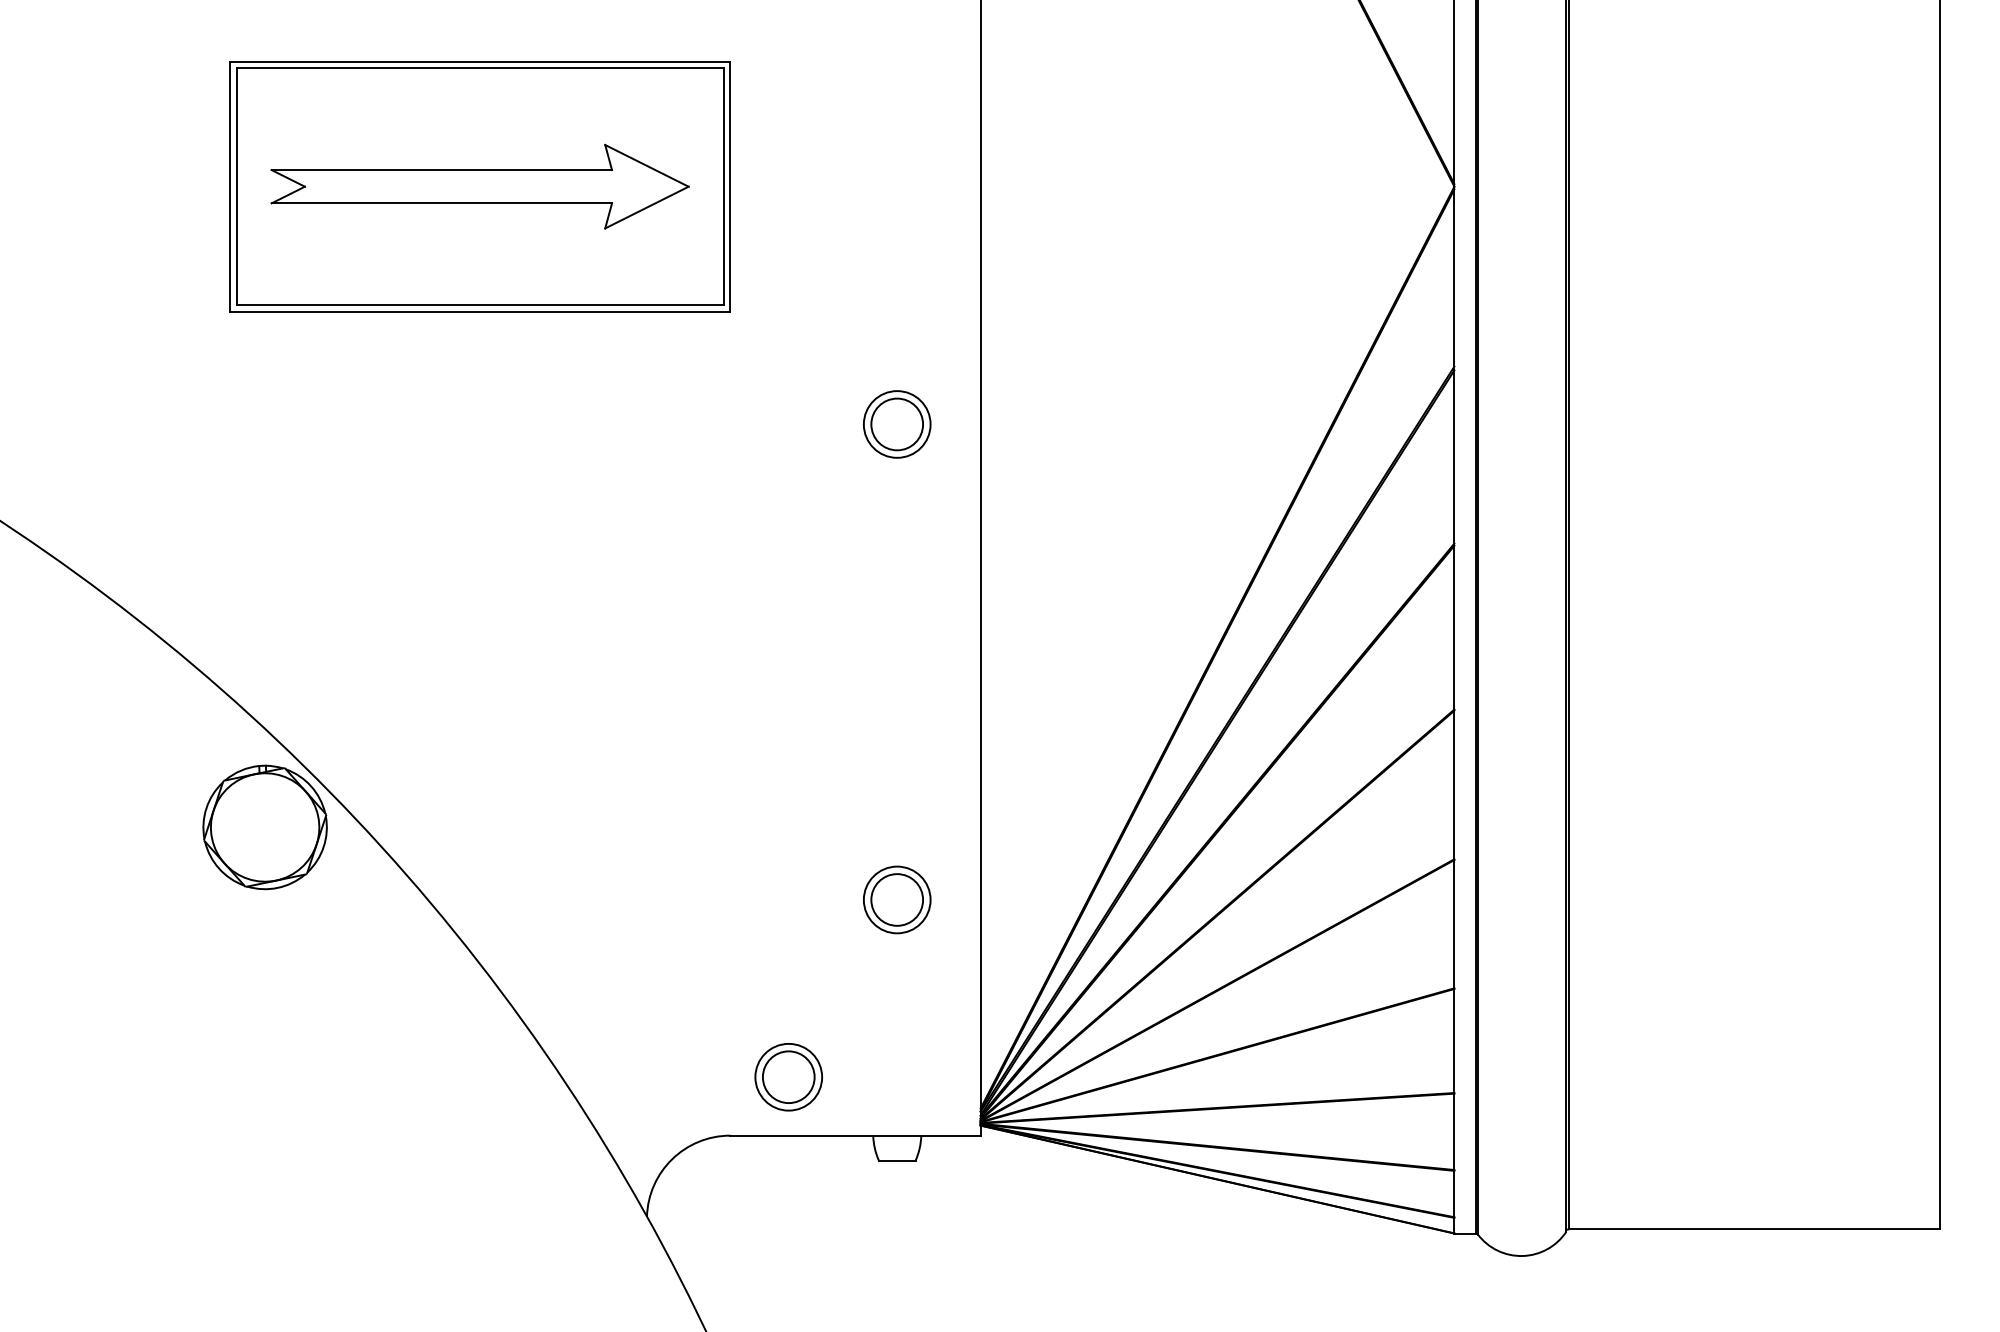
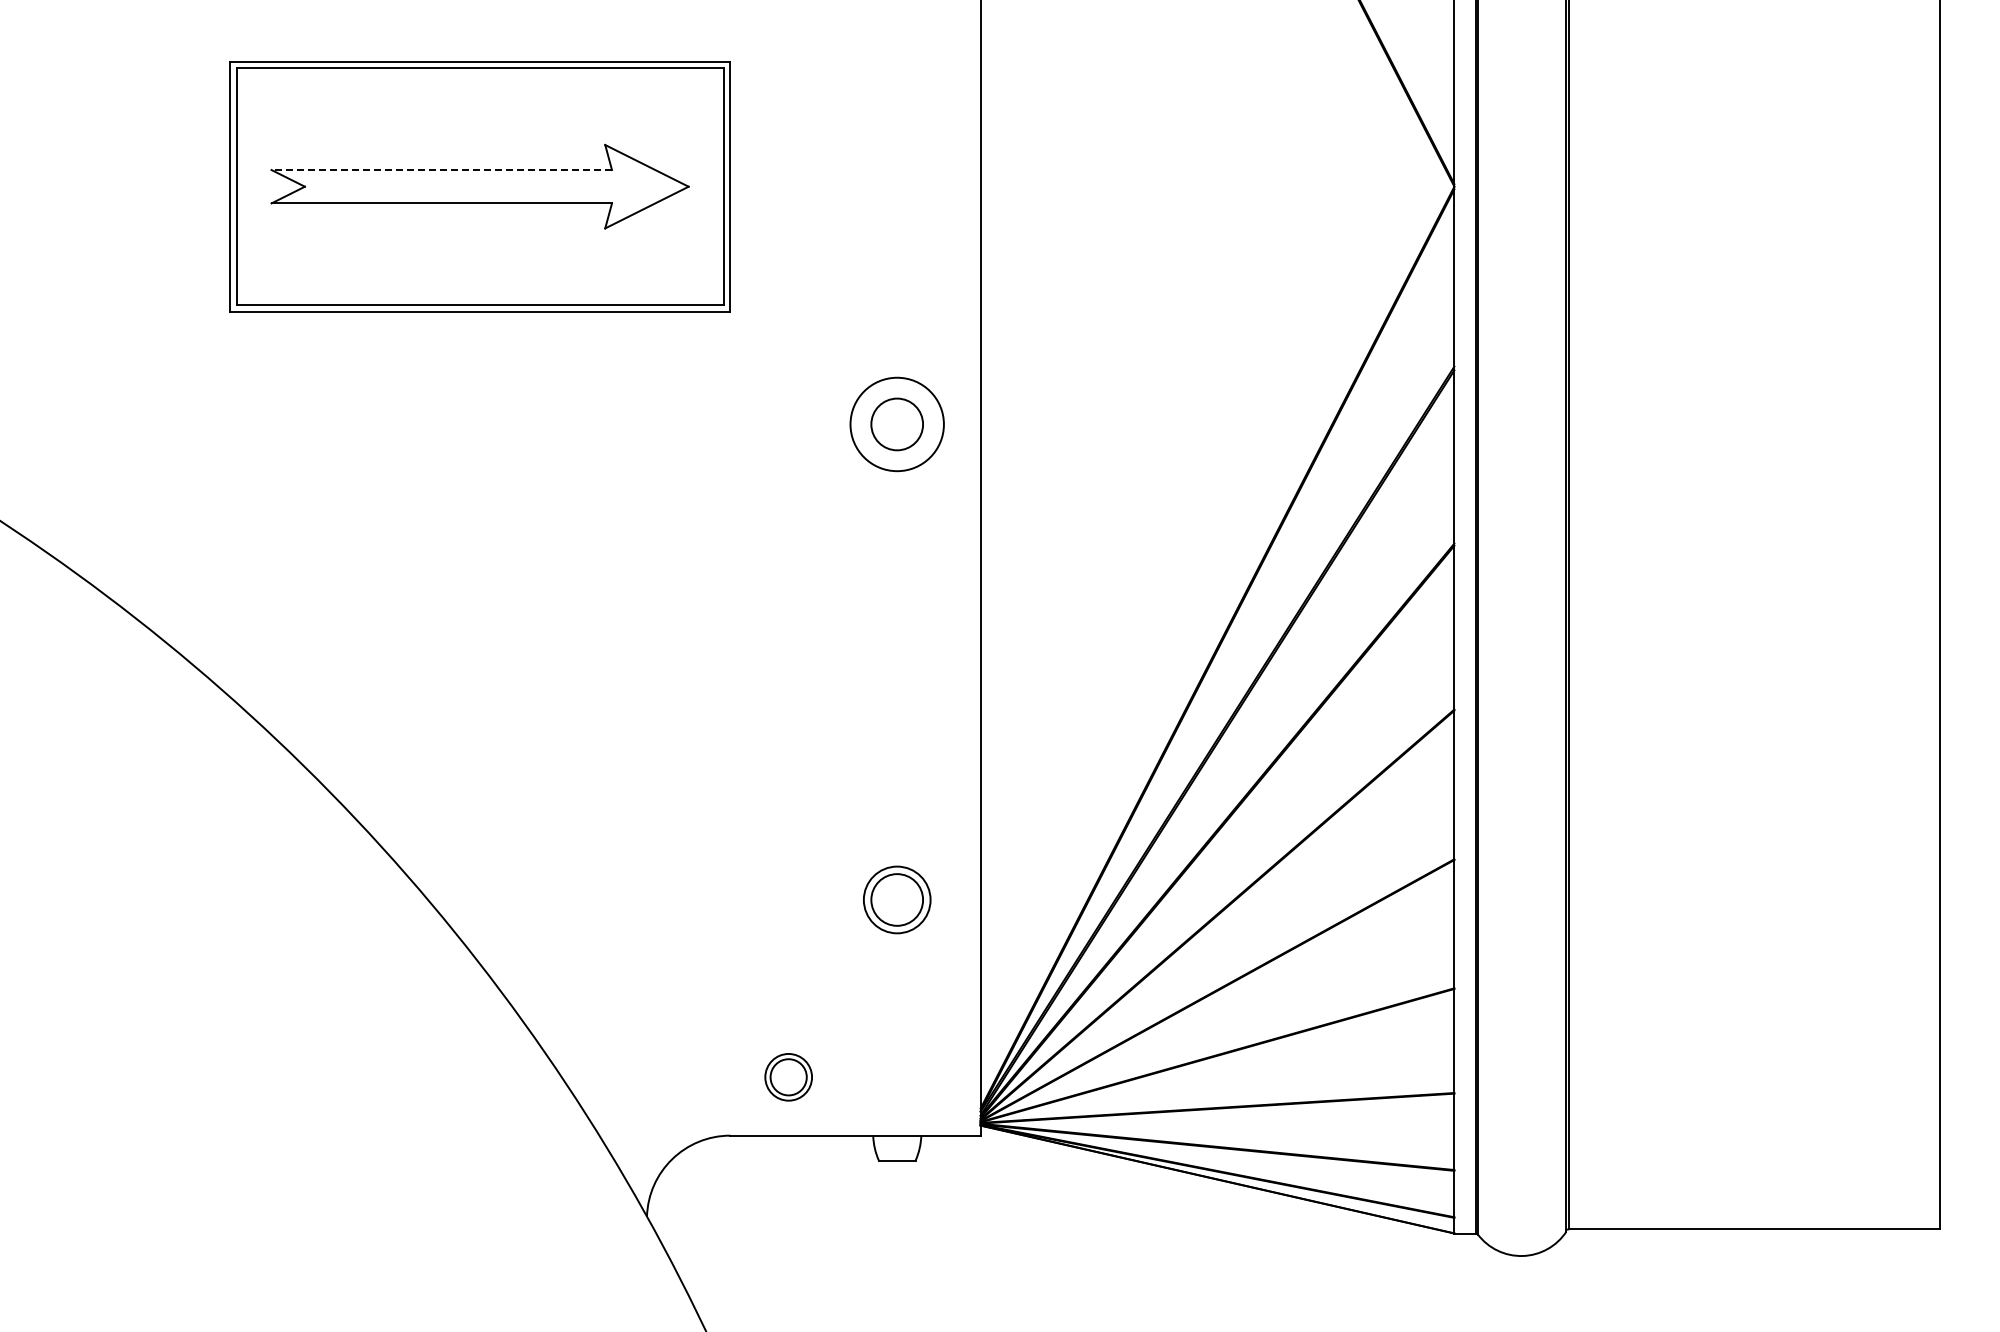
line at (441, 170): solid -> dashed
circle at (896, 424) diameter: 67 px -> 93 px
part at (264, 827): present -> none
part at (788, 1077) size: 69x69 px -> 49x49 px
